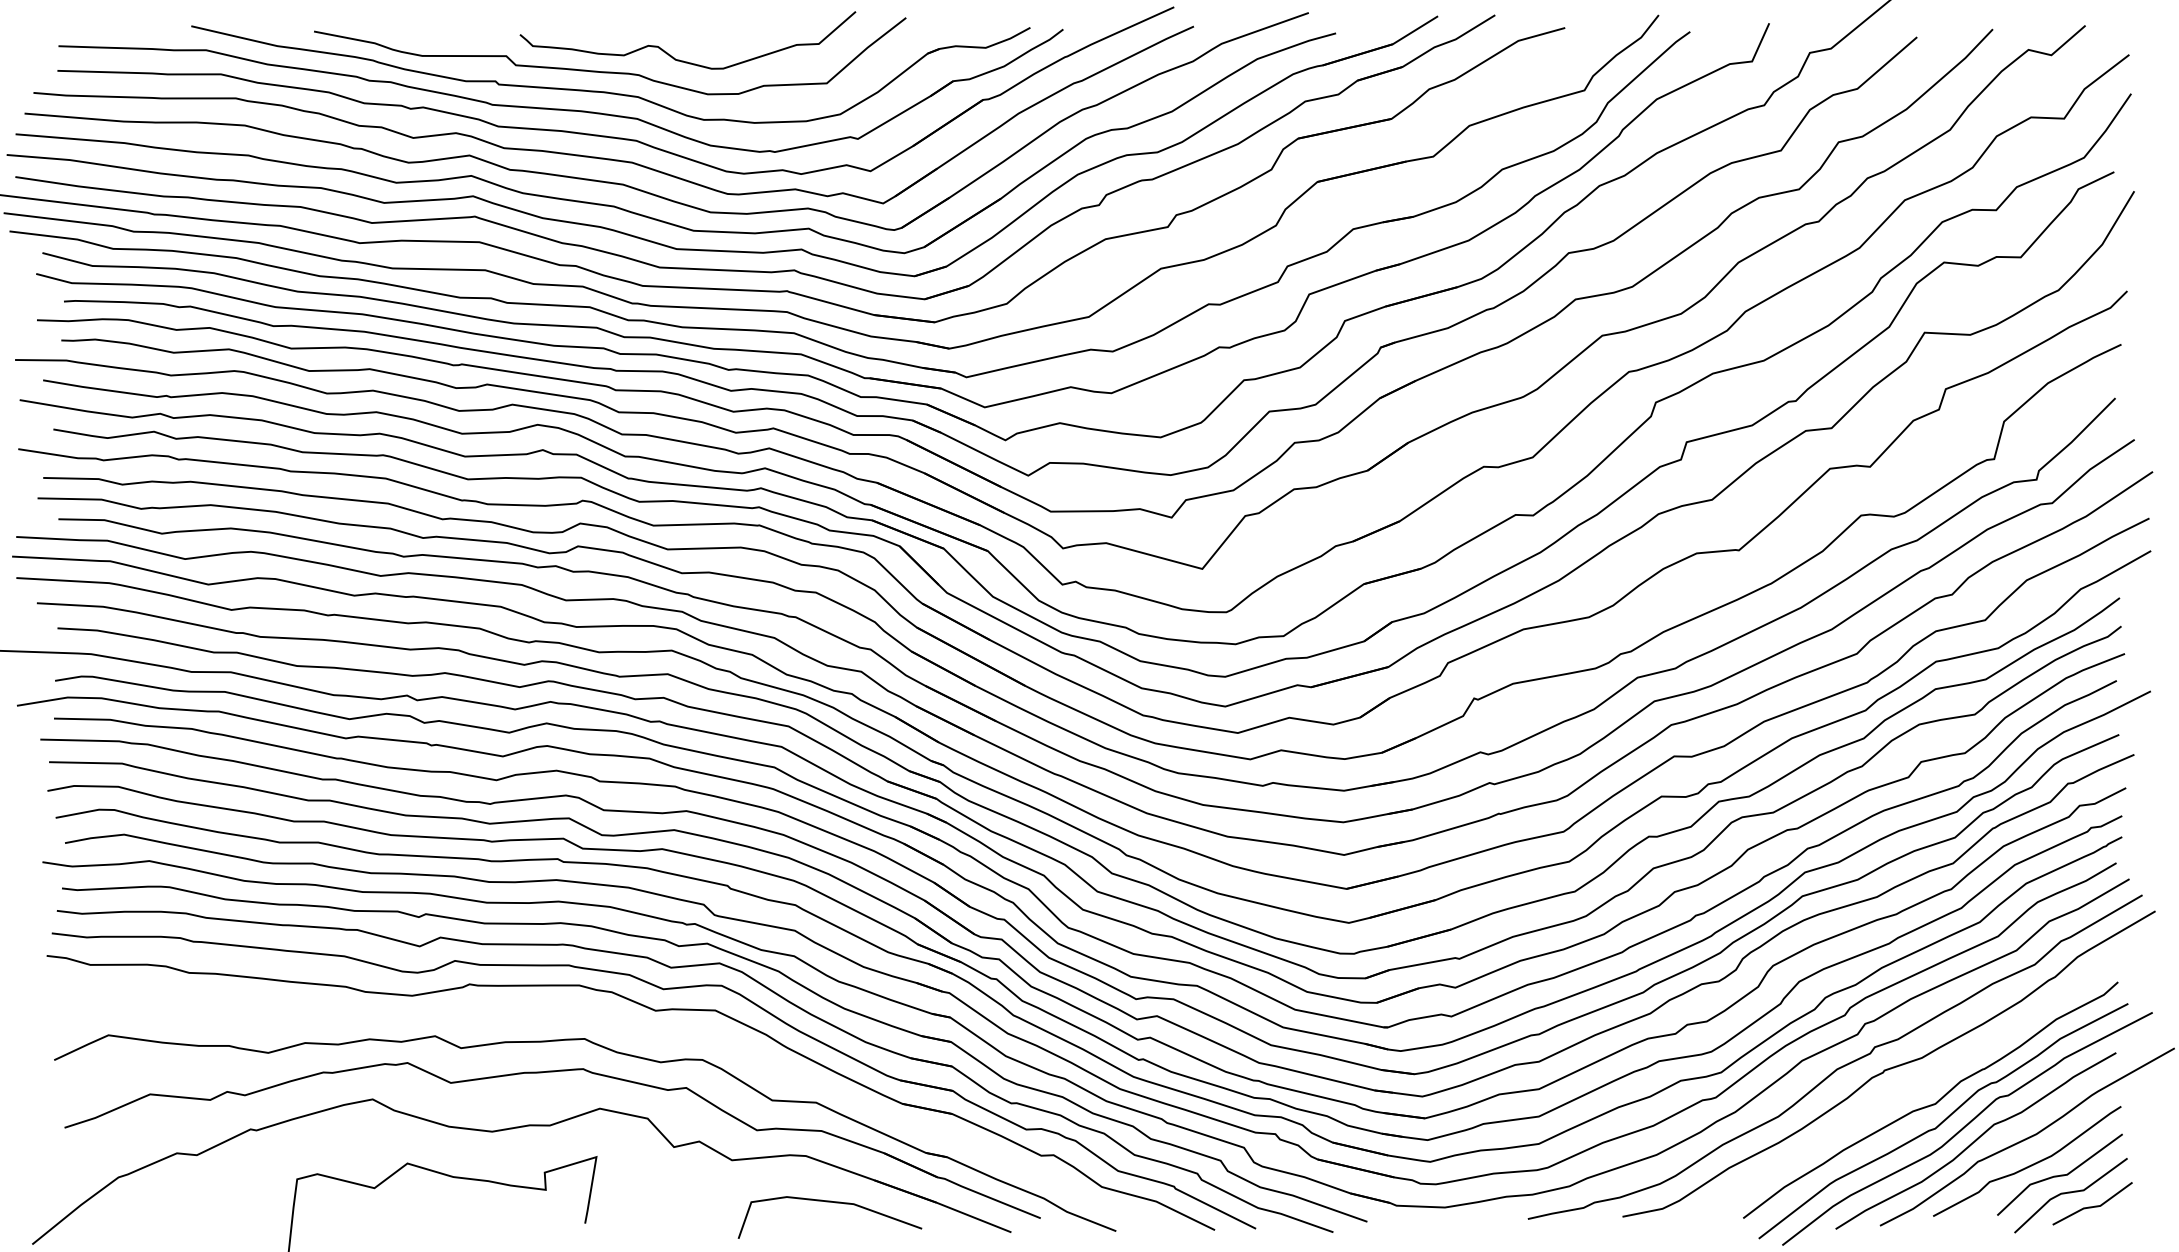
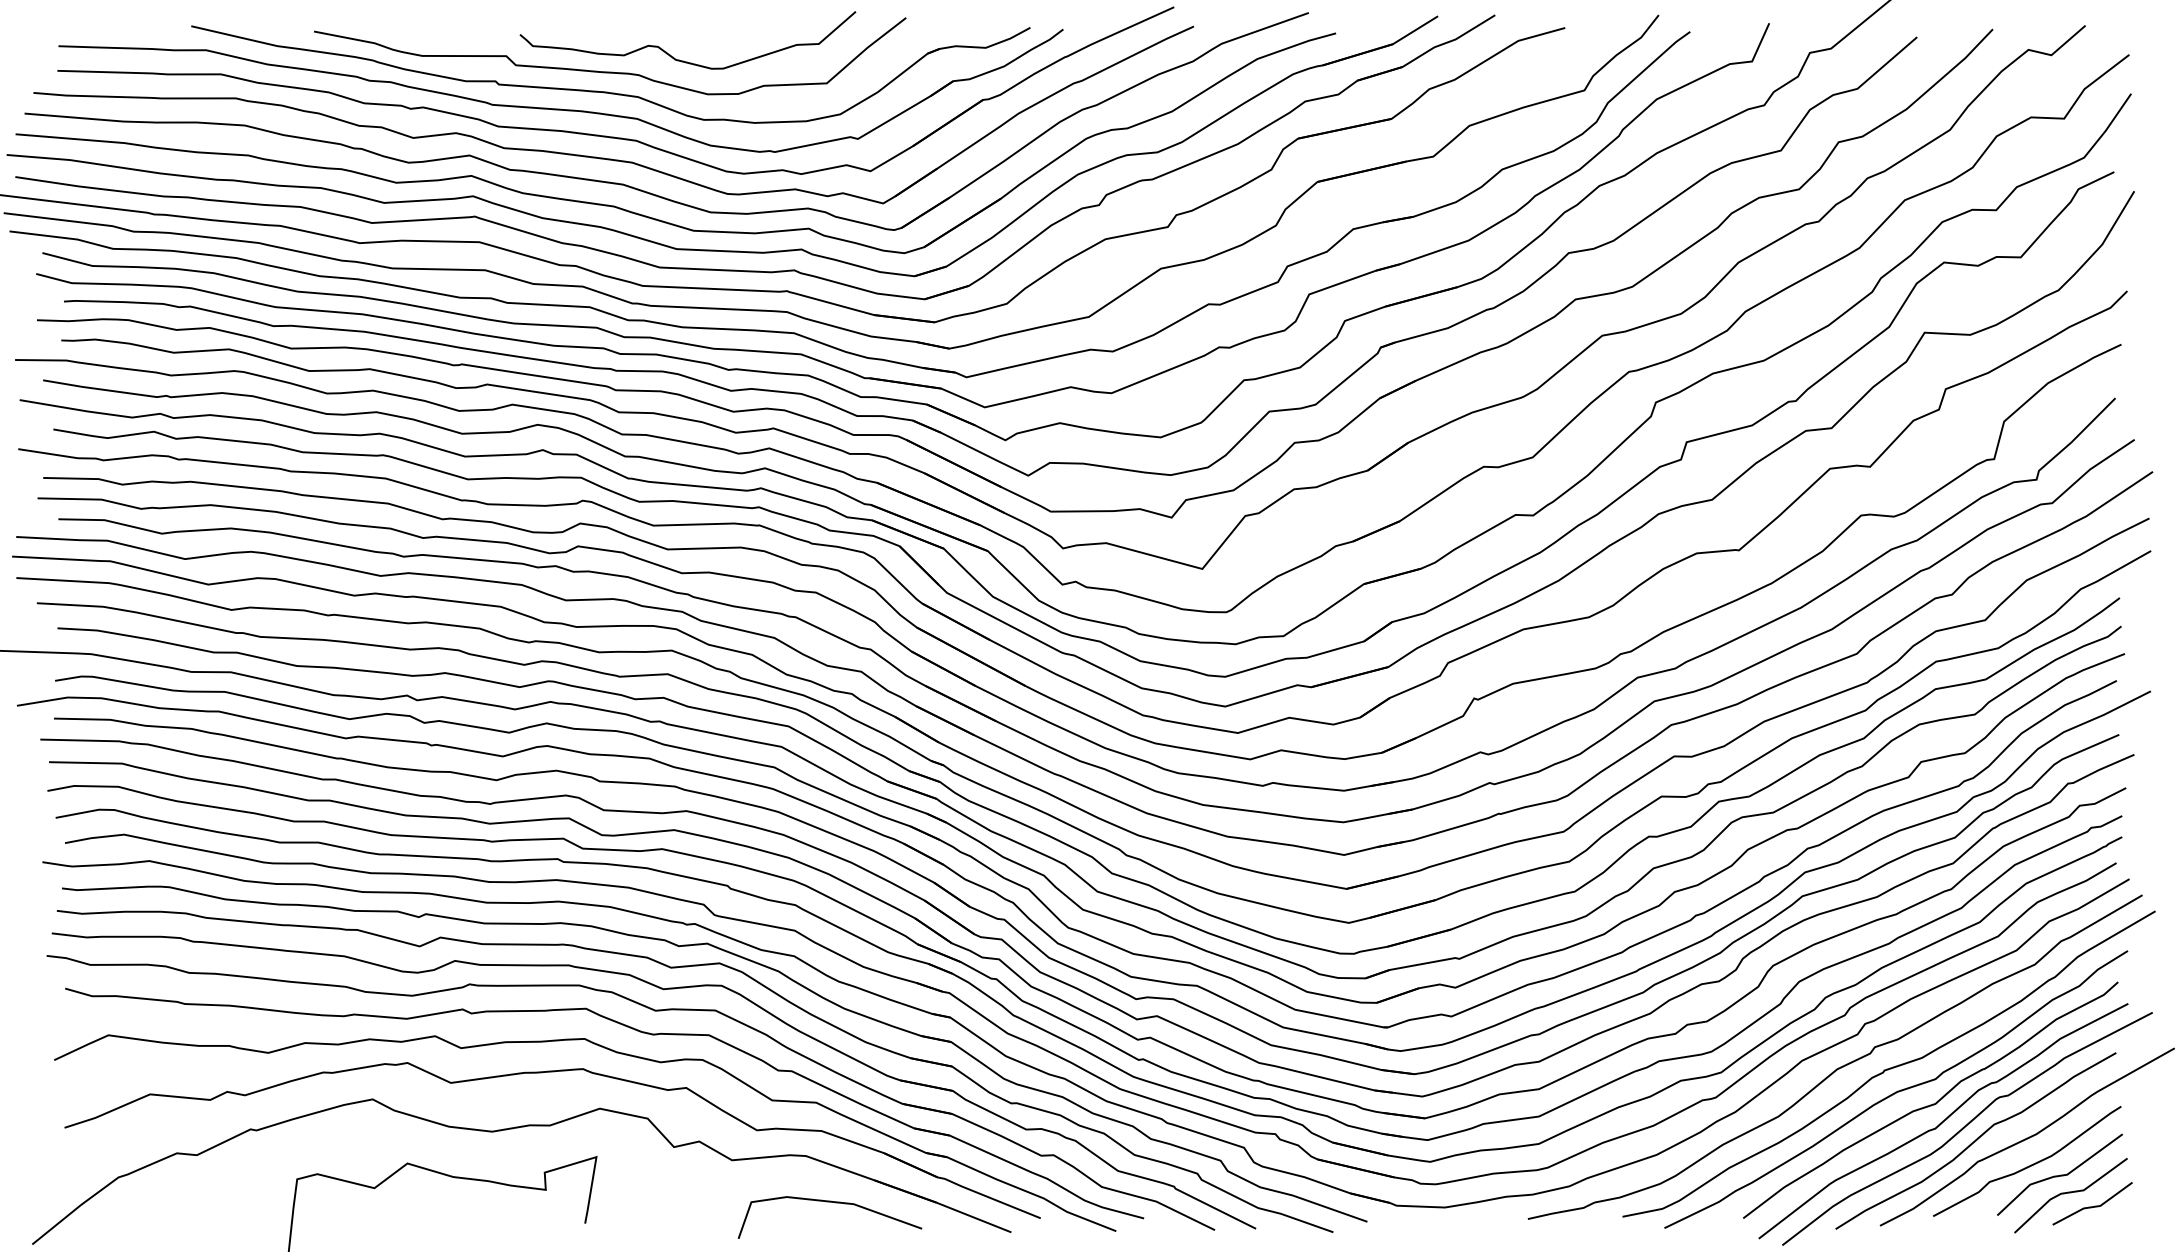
part at (634, 1030): none -> present
curve at (1897, 1090): none -> present
